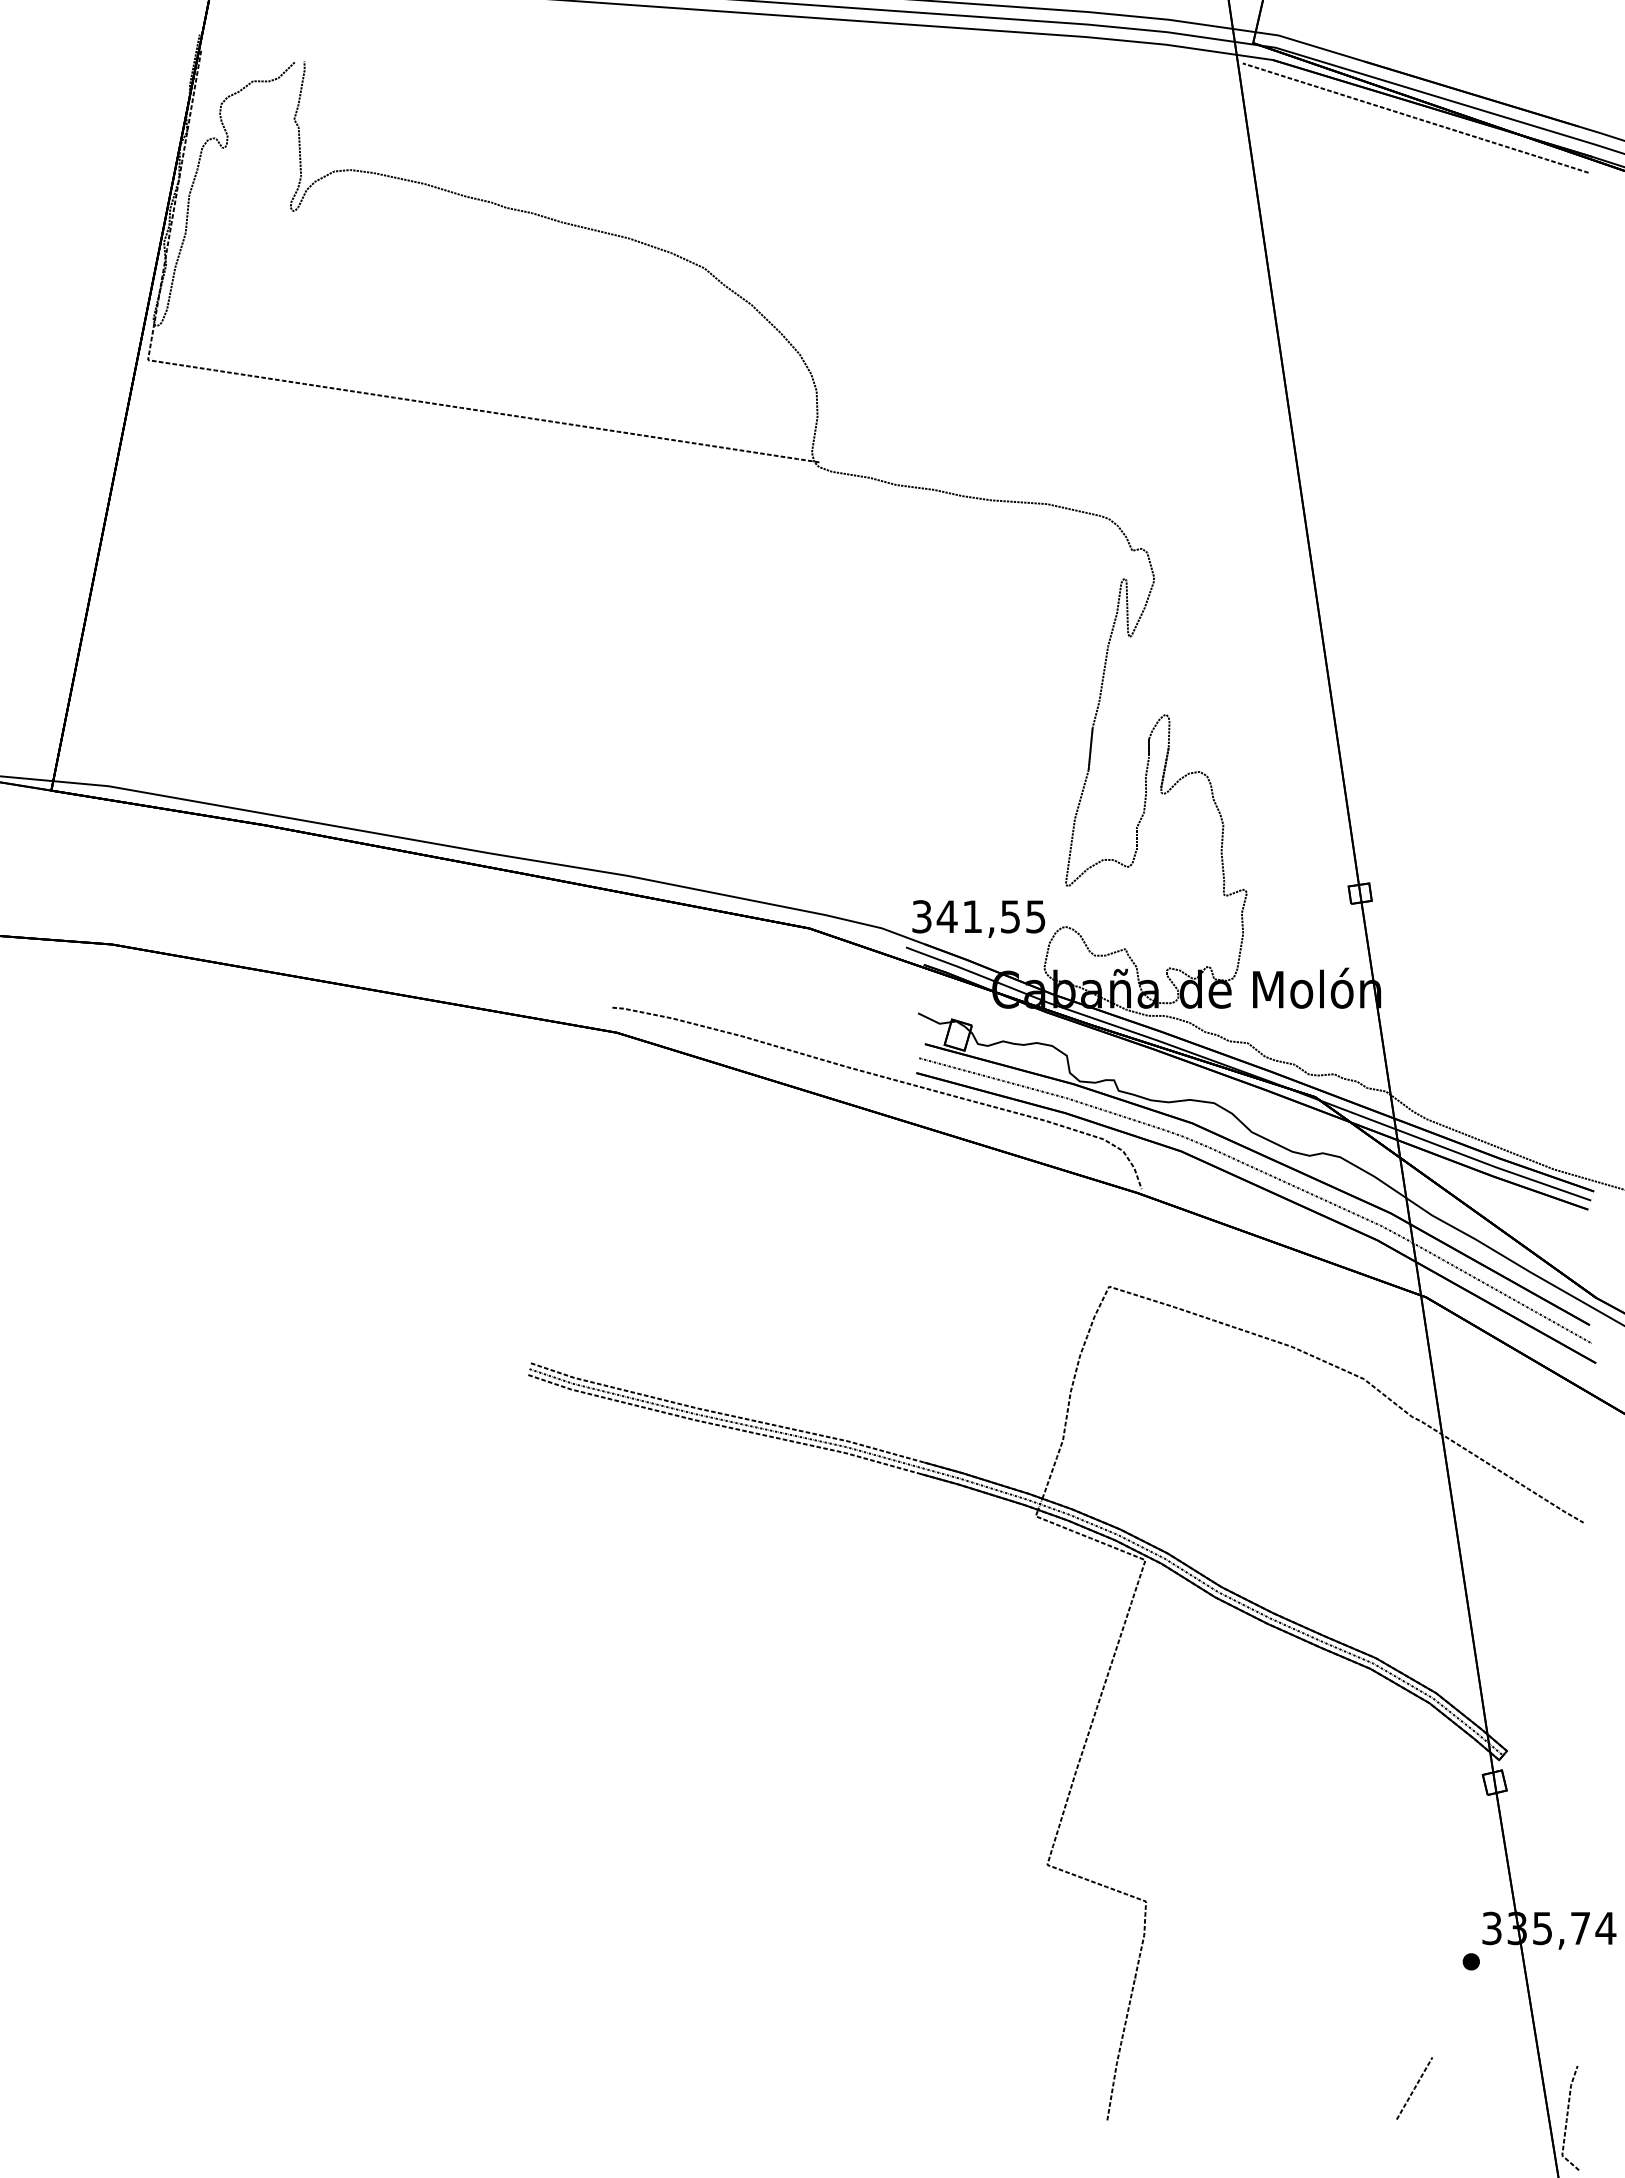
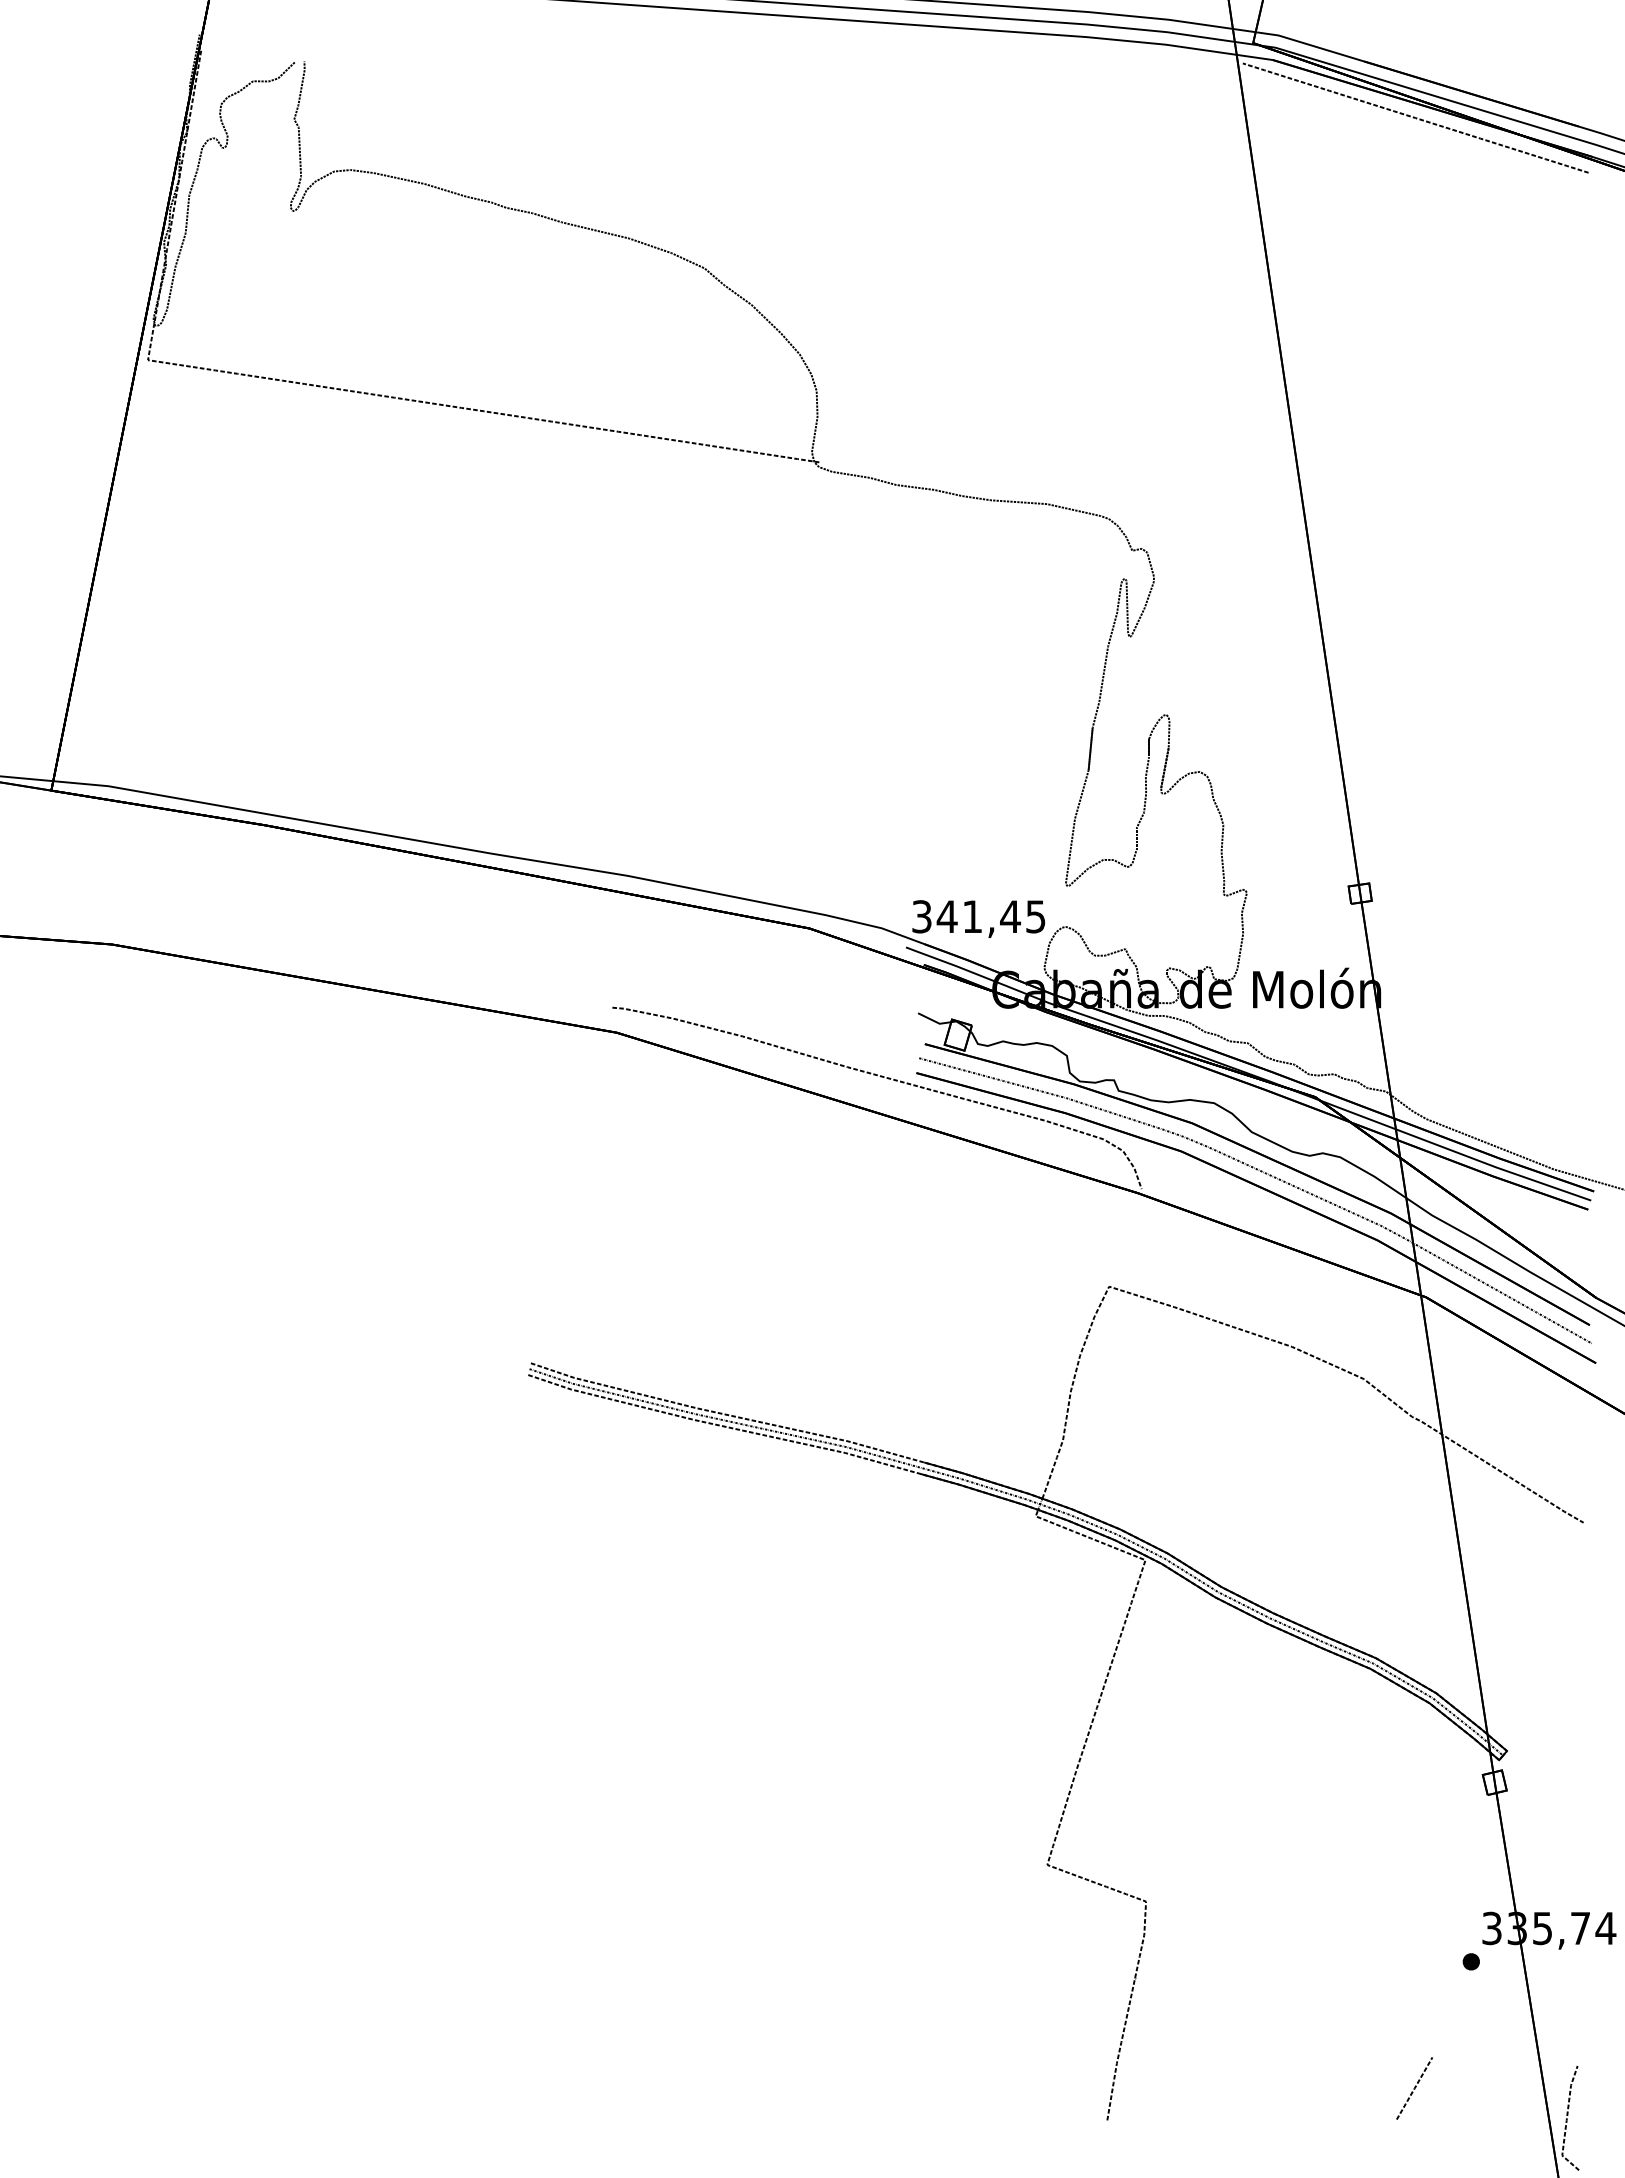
text at (1010, 916): 341,55 -> 341,45
